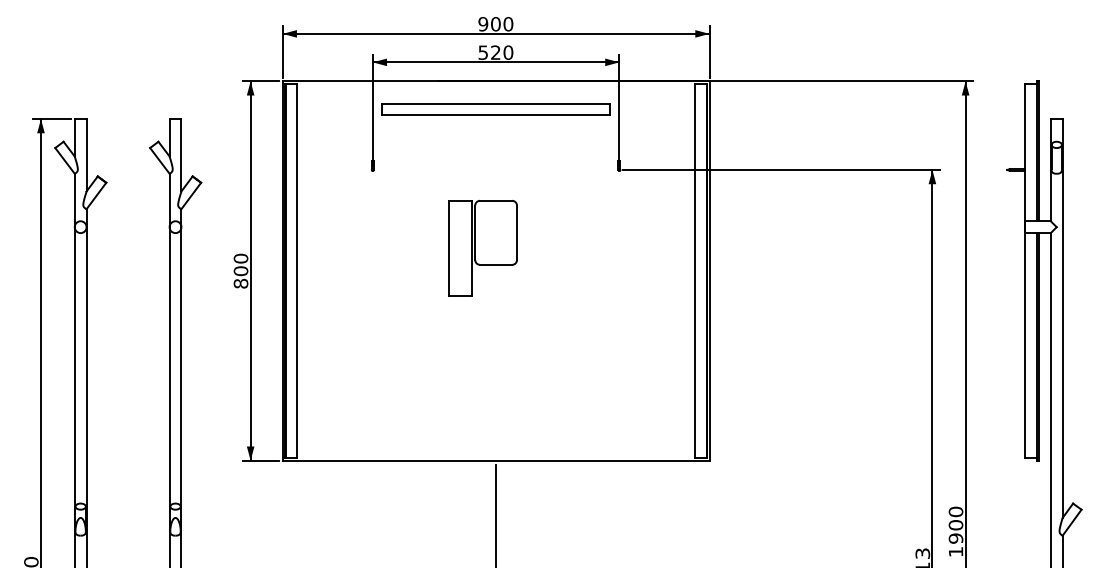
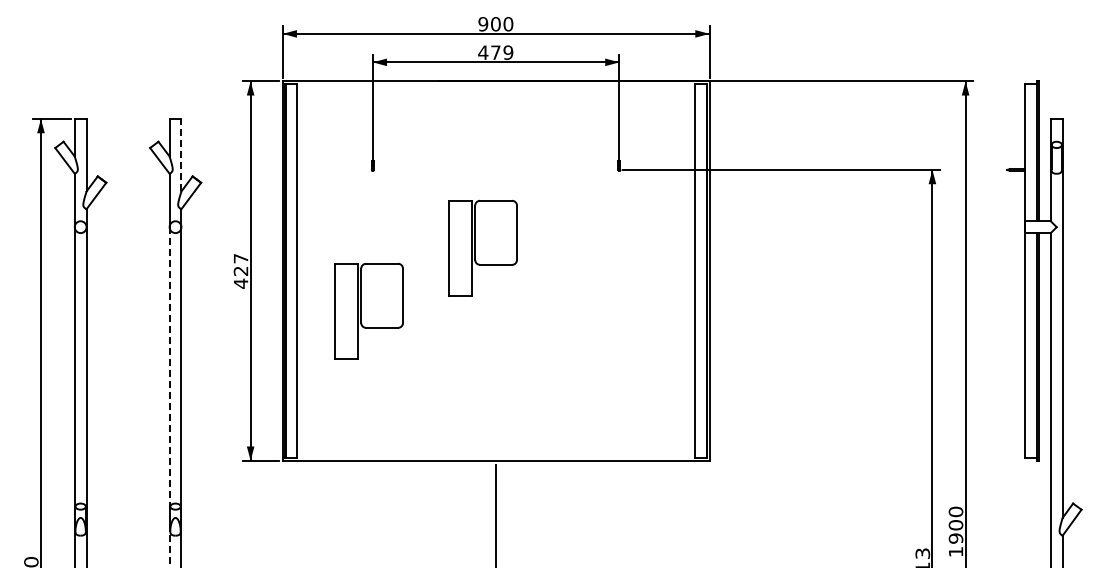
text at (495, 52): 520 -> 479
part at (495, 109): present -> none
line at (181, 154): solid -> dashed
text at (240, 270): 800 -> 427
part at (368, 311): none -> present
line at (169, 397): solid -> dashed
